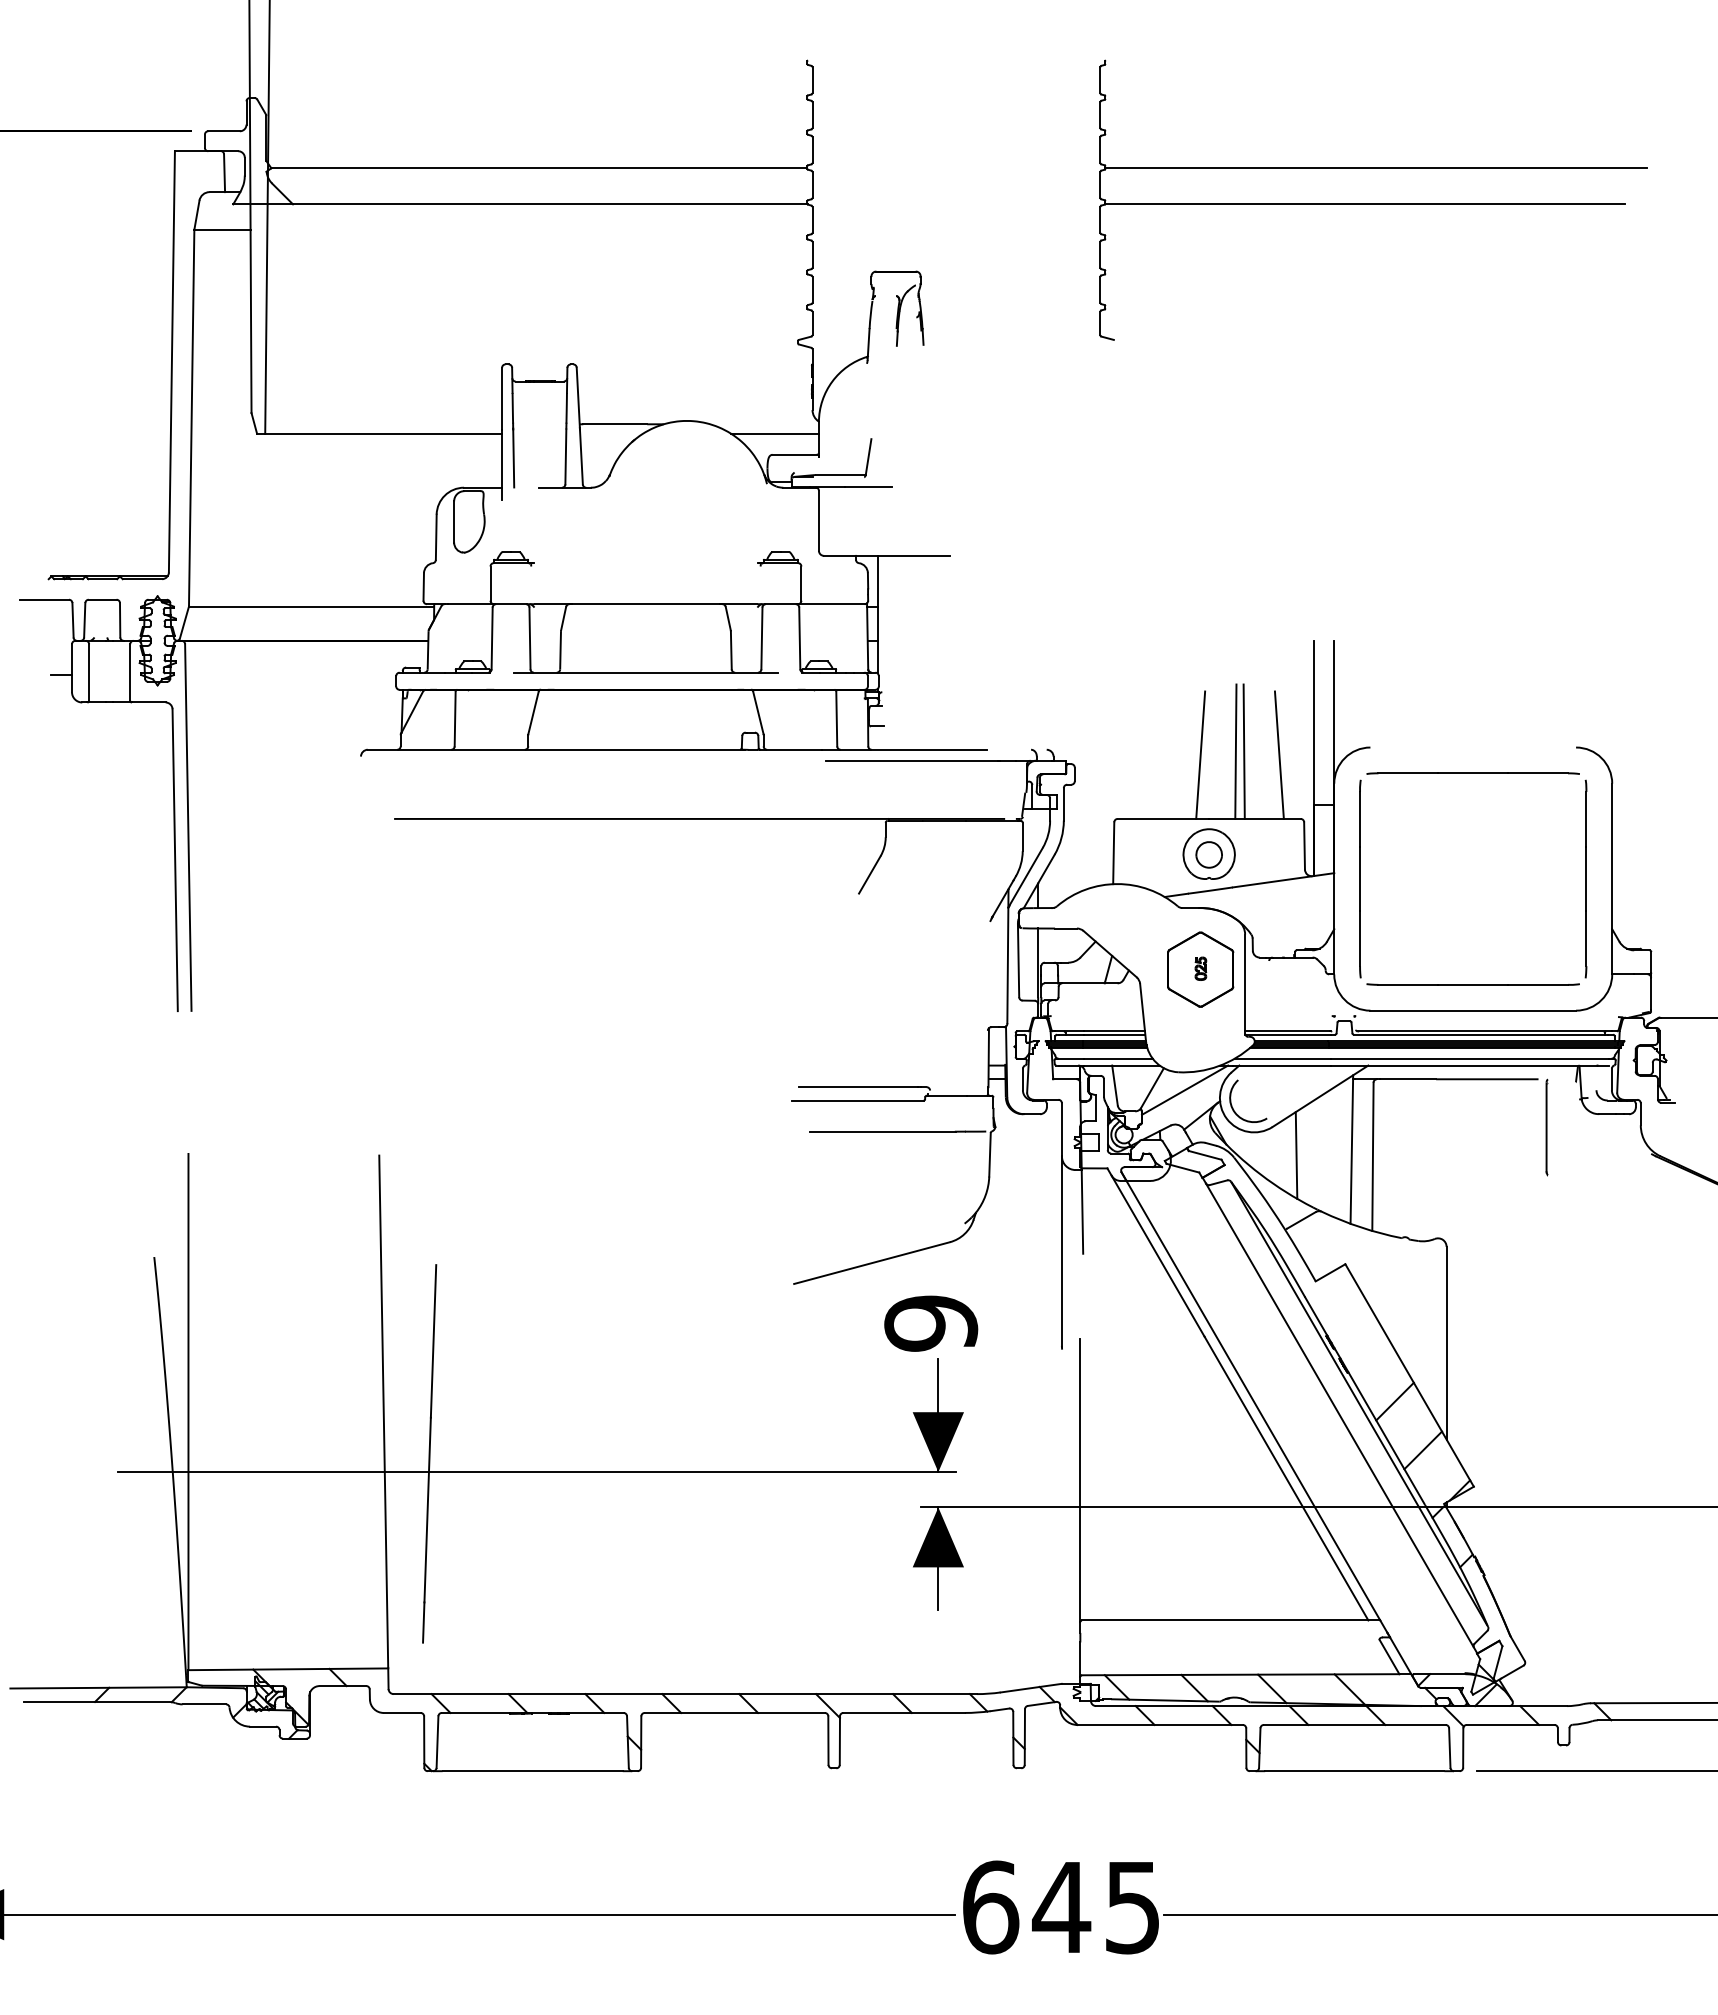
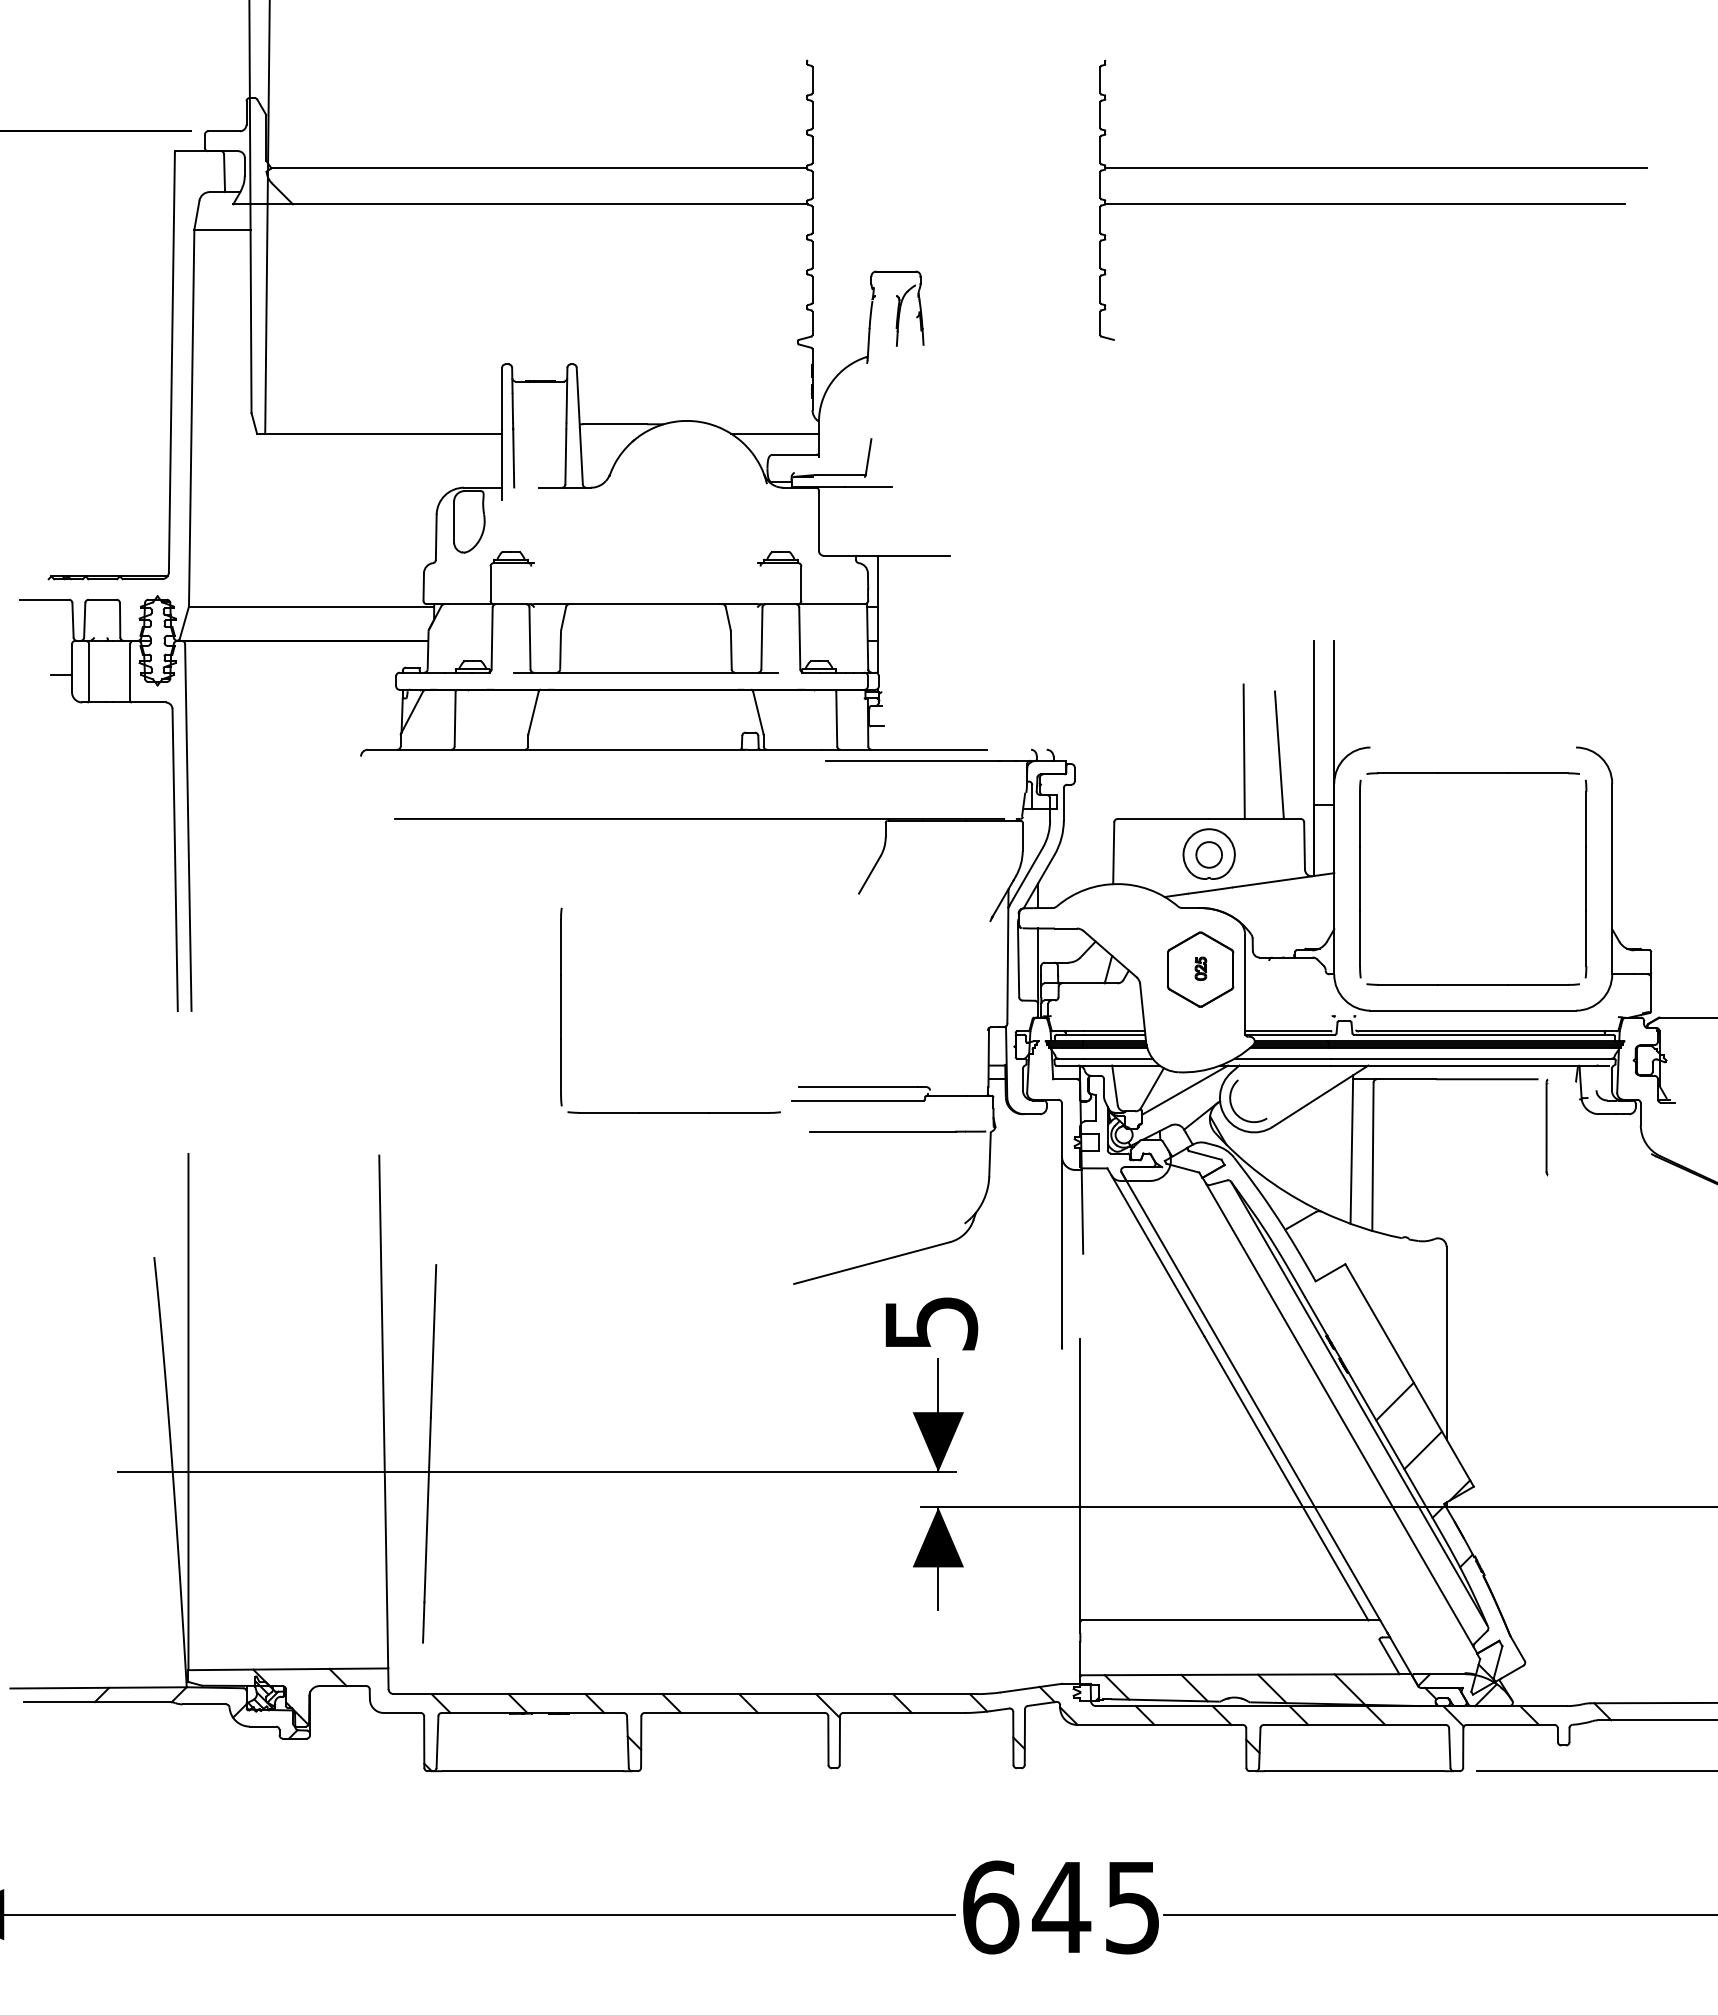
line at (1235, 751): present -> none
line at (1200, 754): present -> none
part at (670, 1112): none -> present
line at (1296, 1155): present -> none
text at (931, 1323): 9 -> 5
